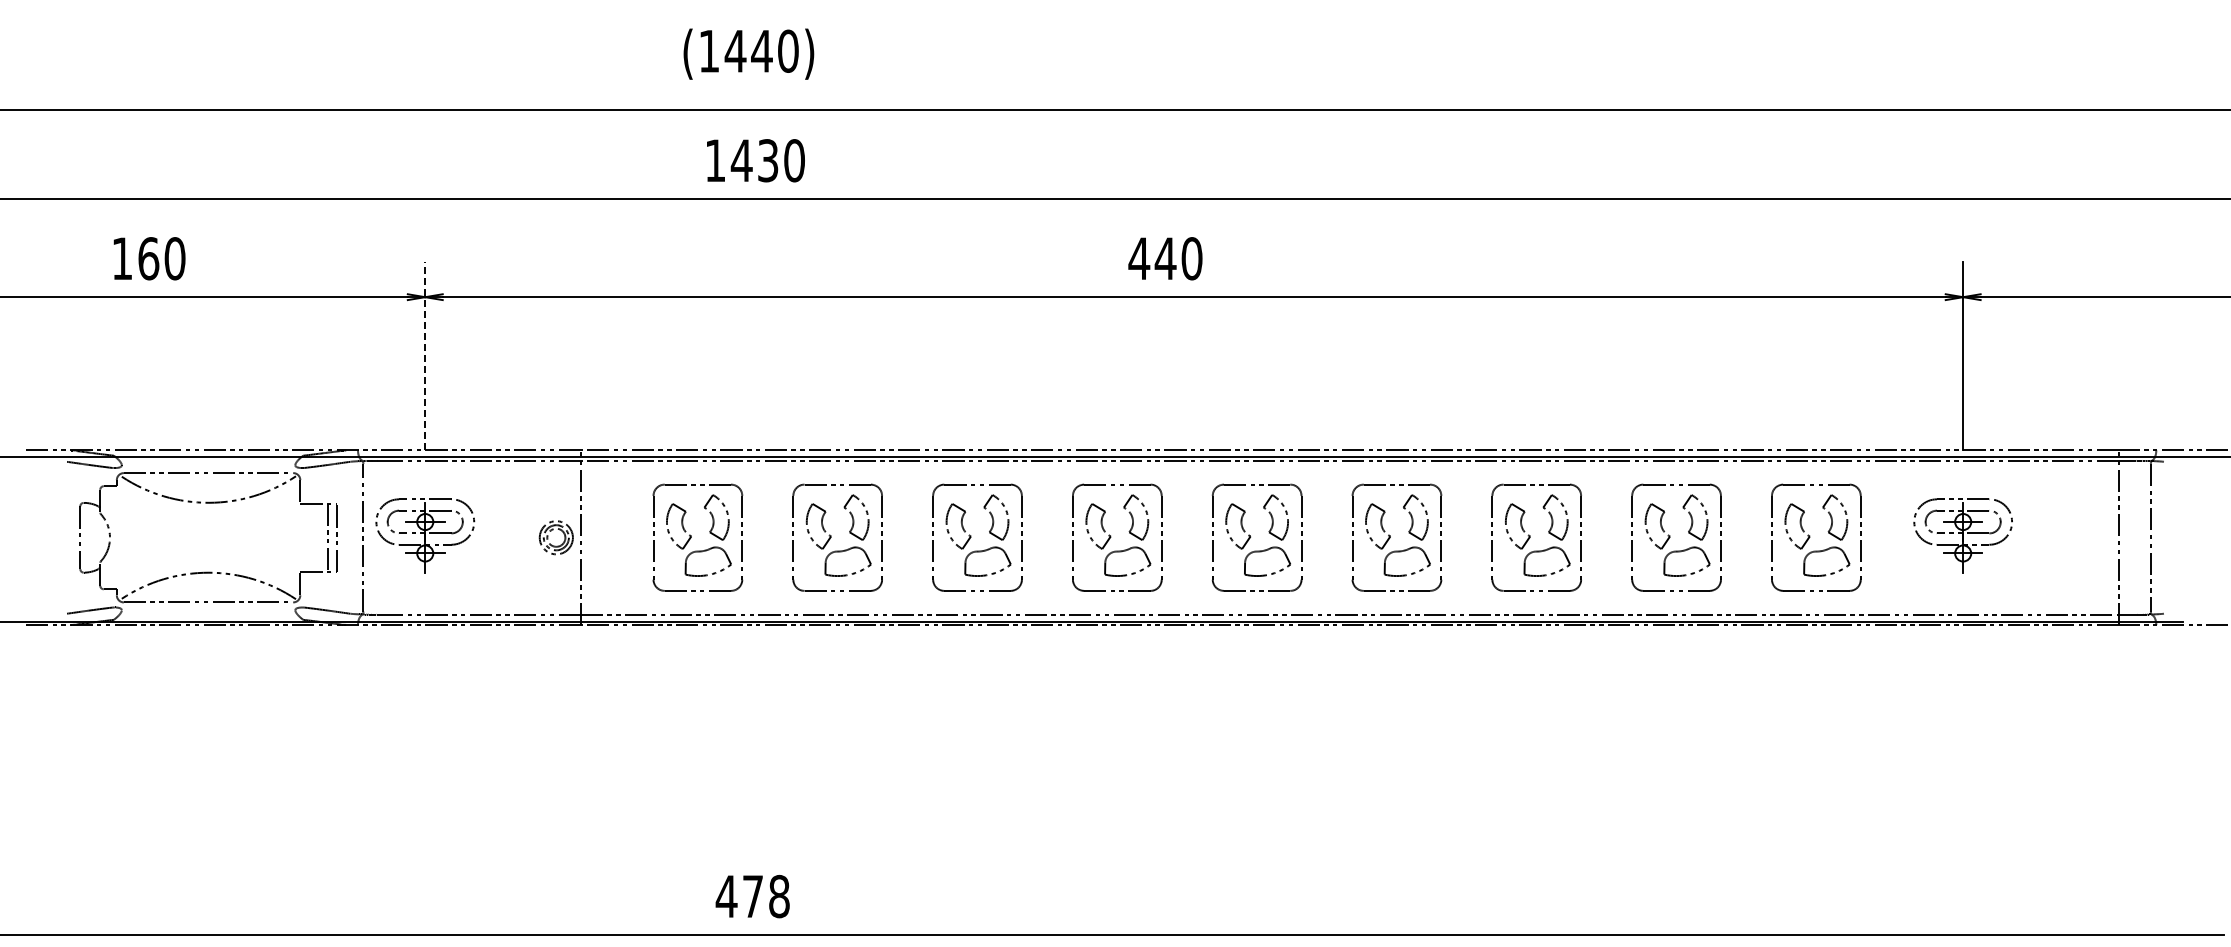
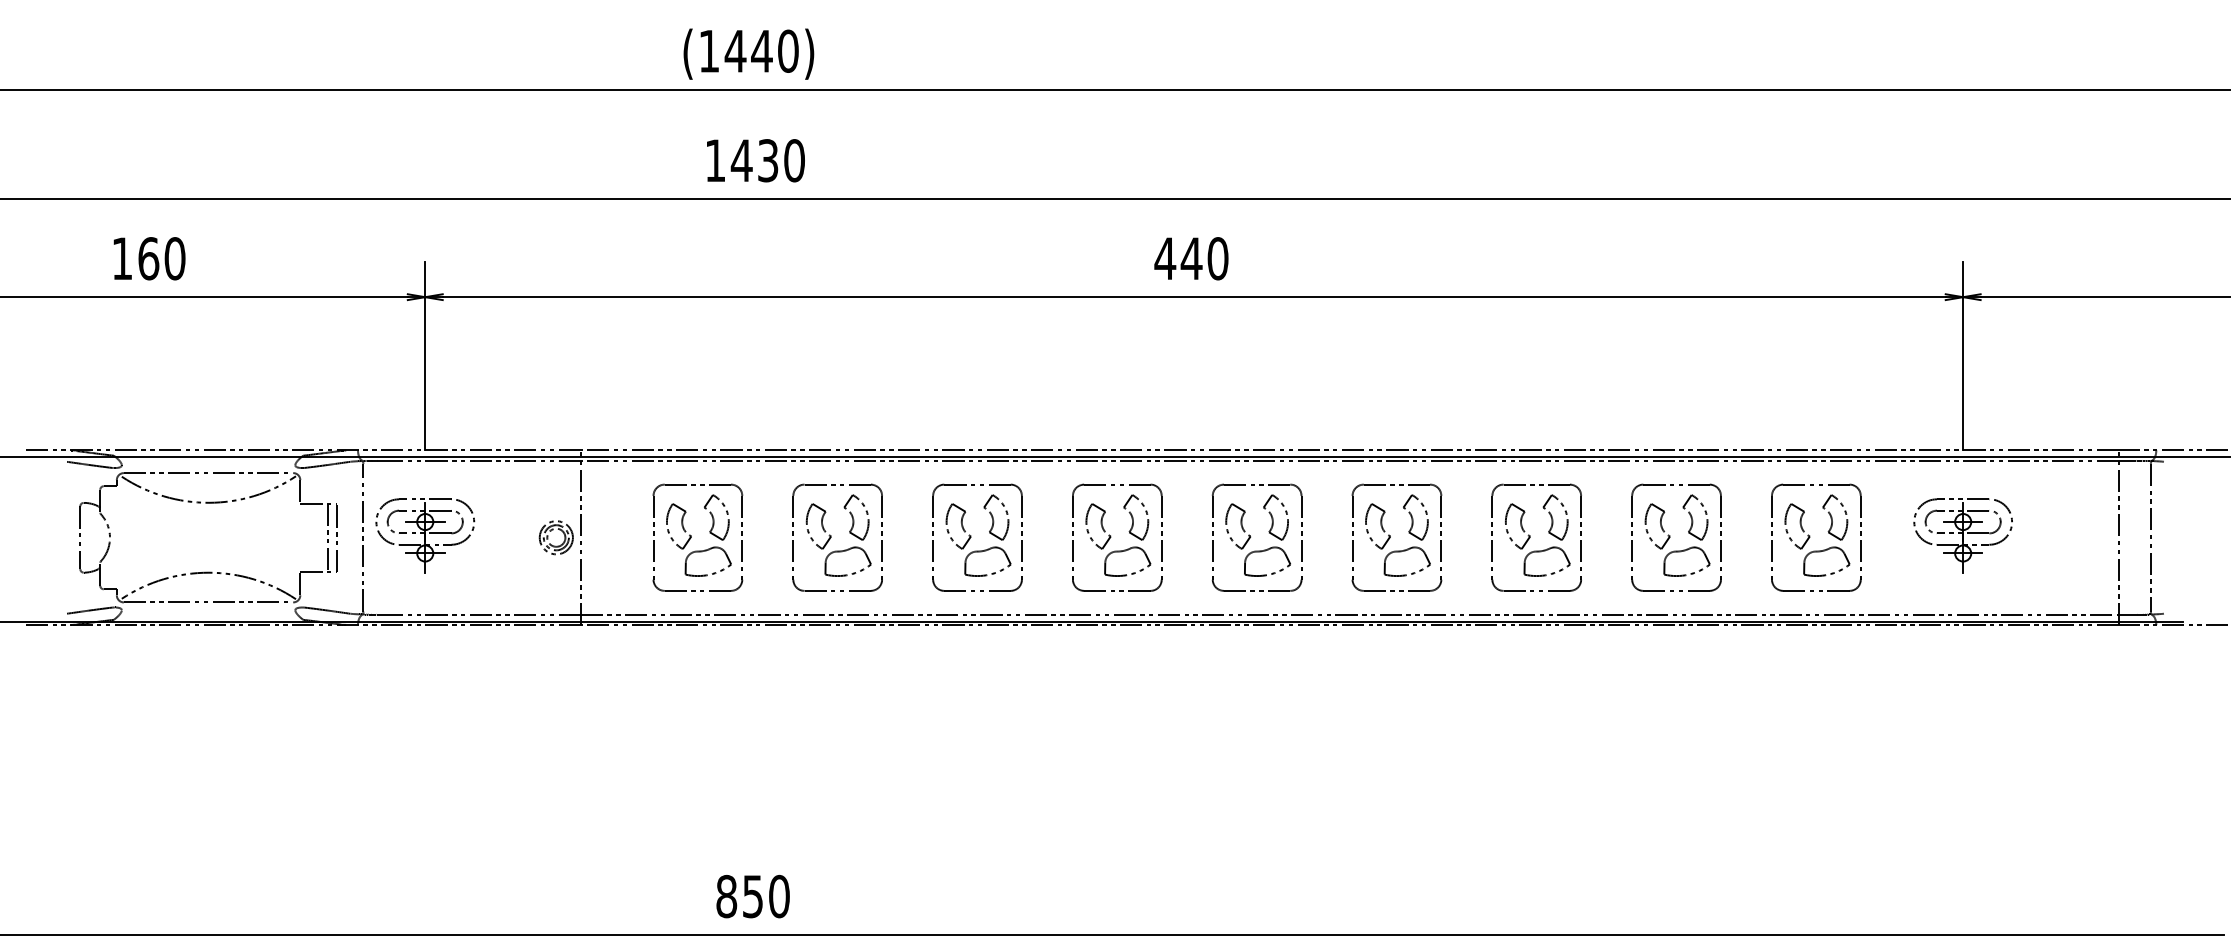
line at (1114, 109) position: (1114, 109) -> (1114, 89)
text at (1165, 258) position: (1165, 258) -> (1191, 258)
line at (425, 355): dashed -> solid
text at (752, 896): 478 -> 850
